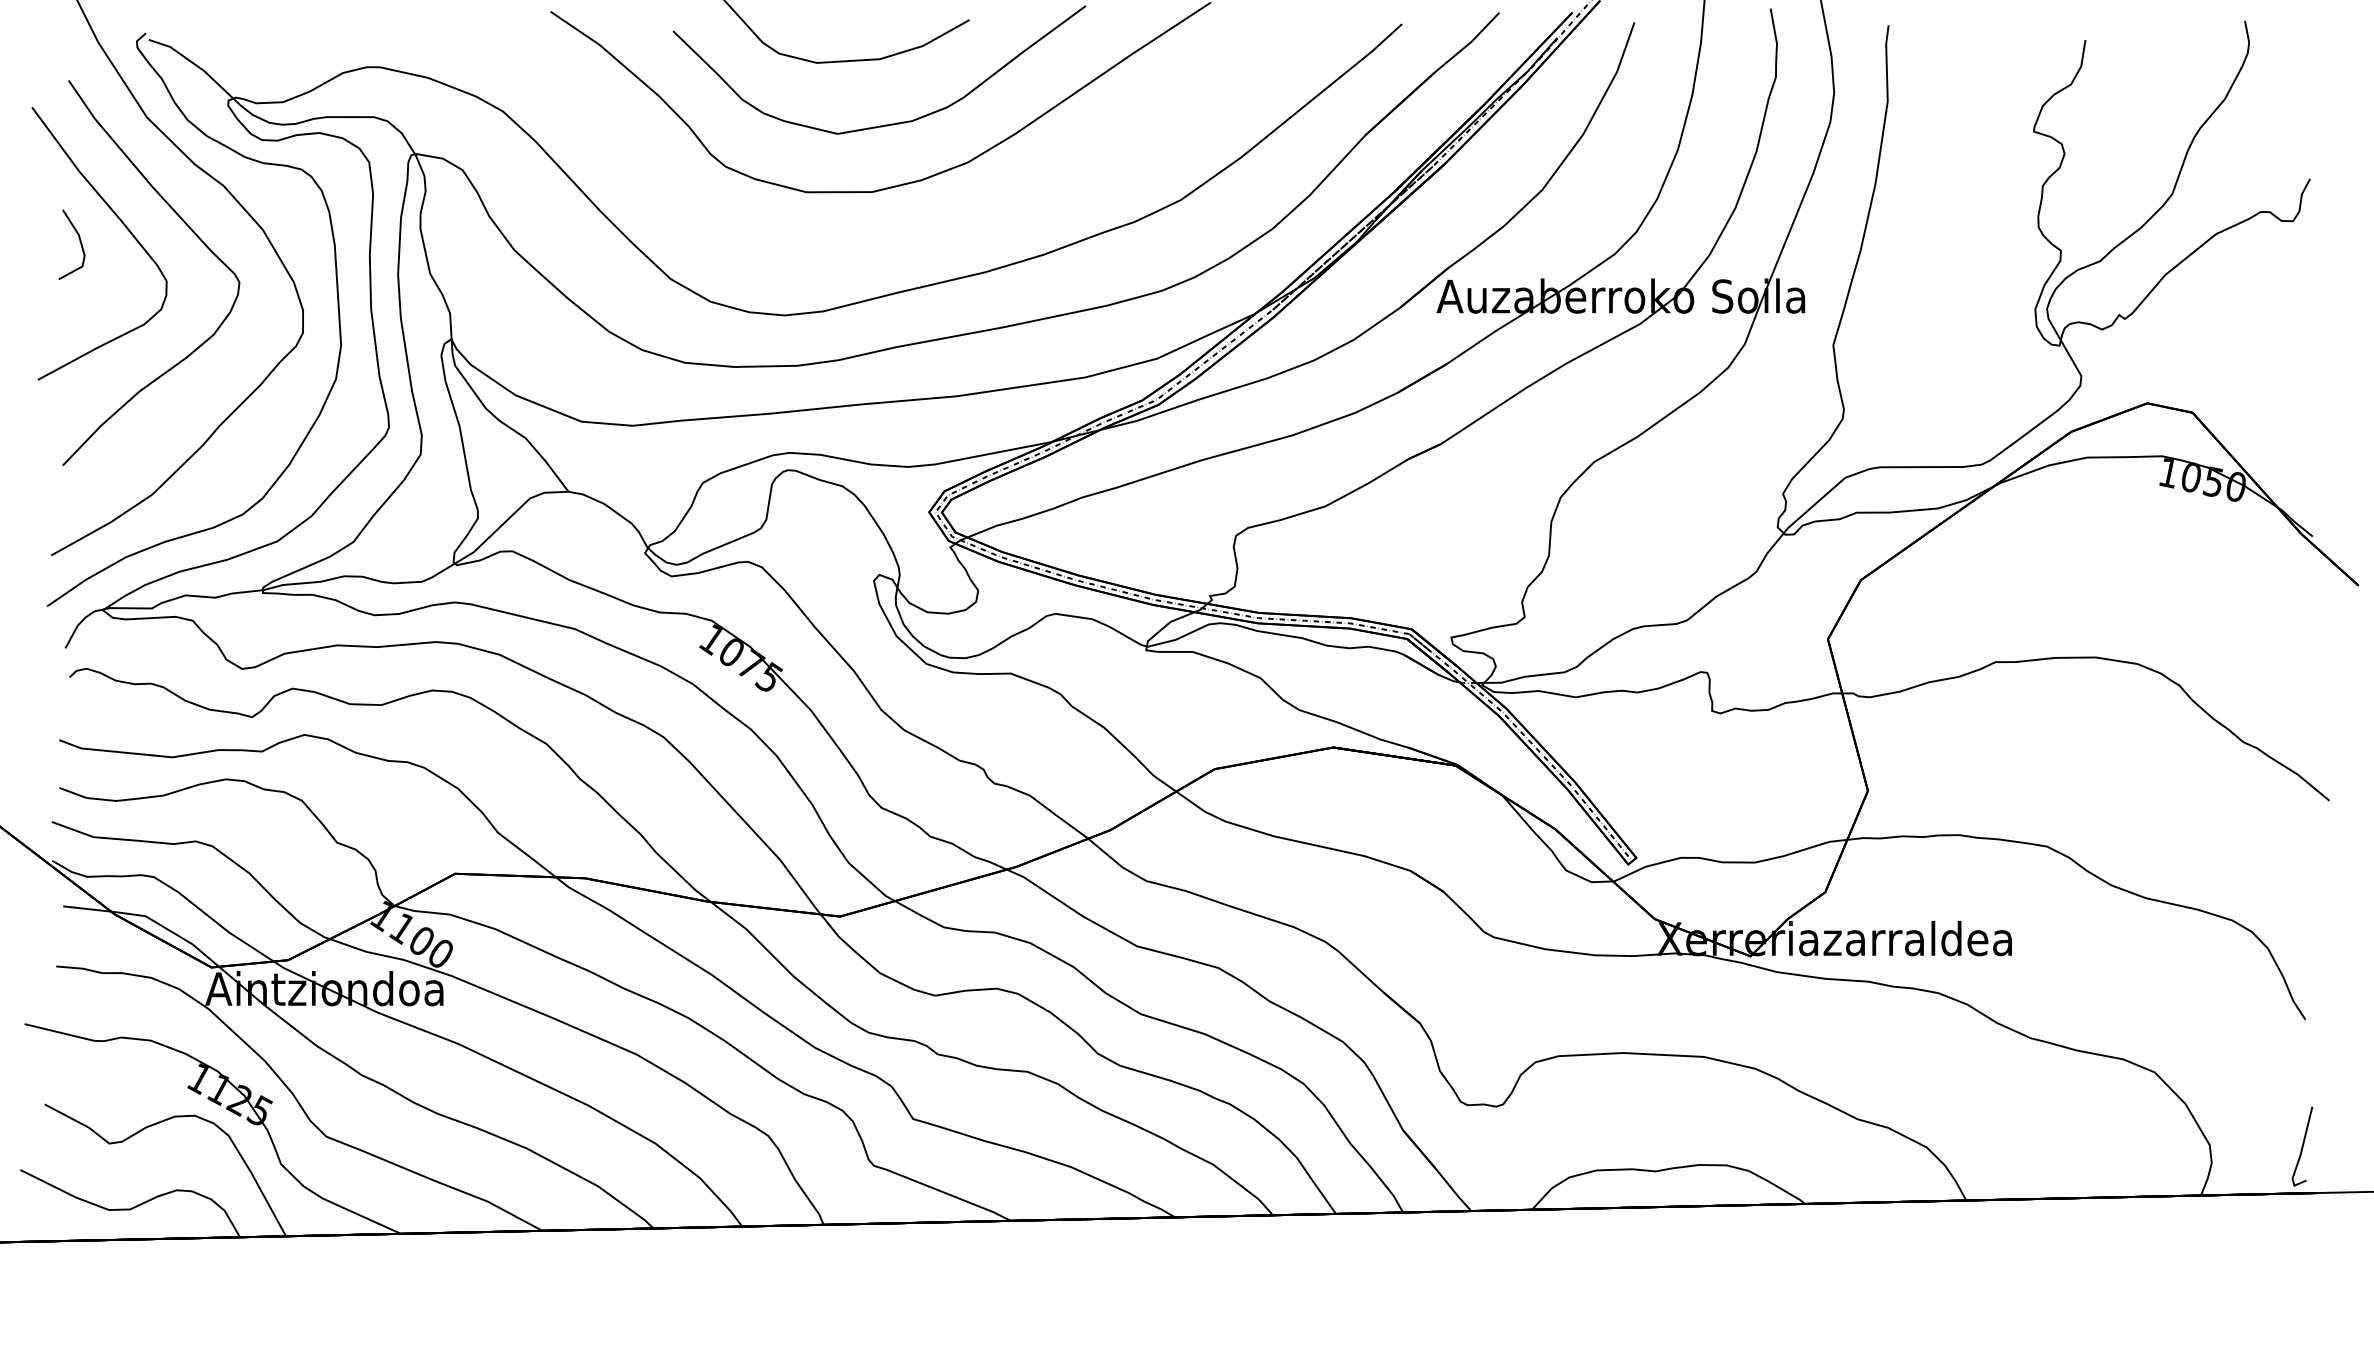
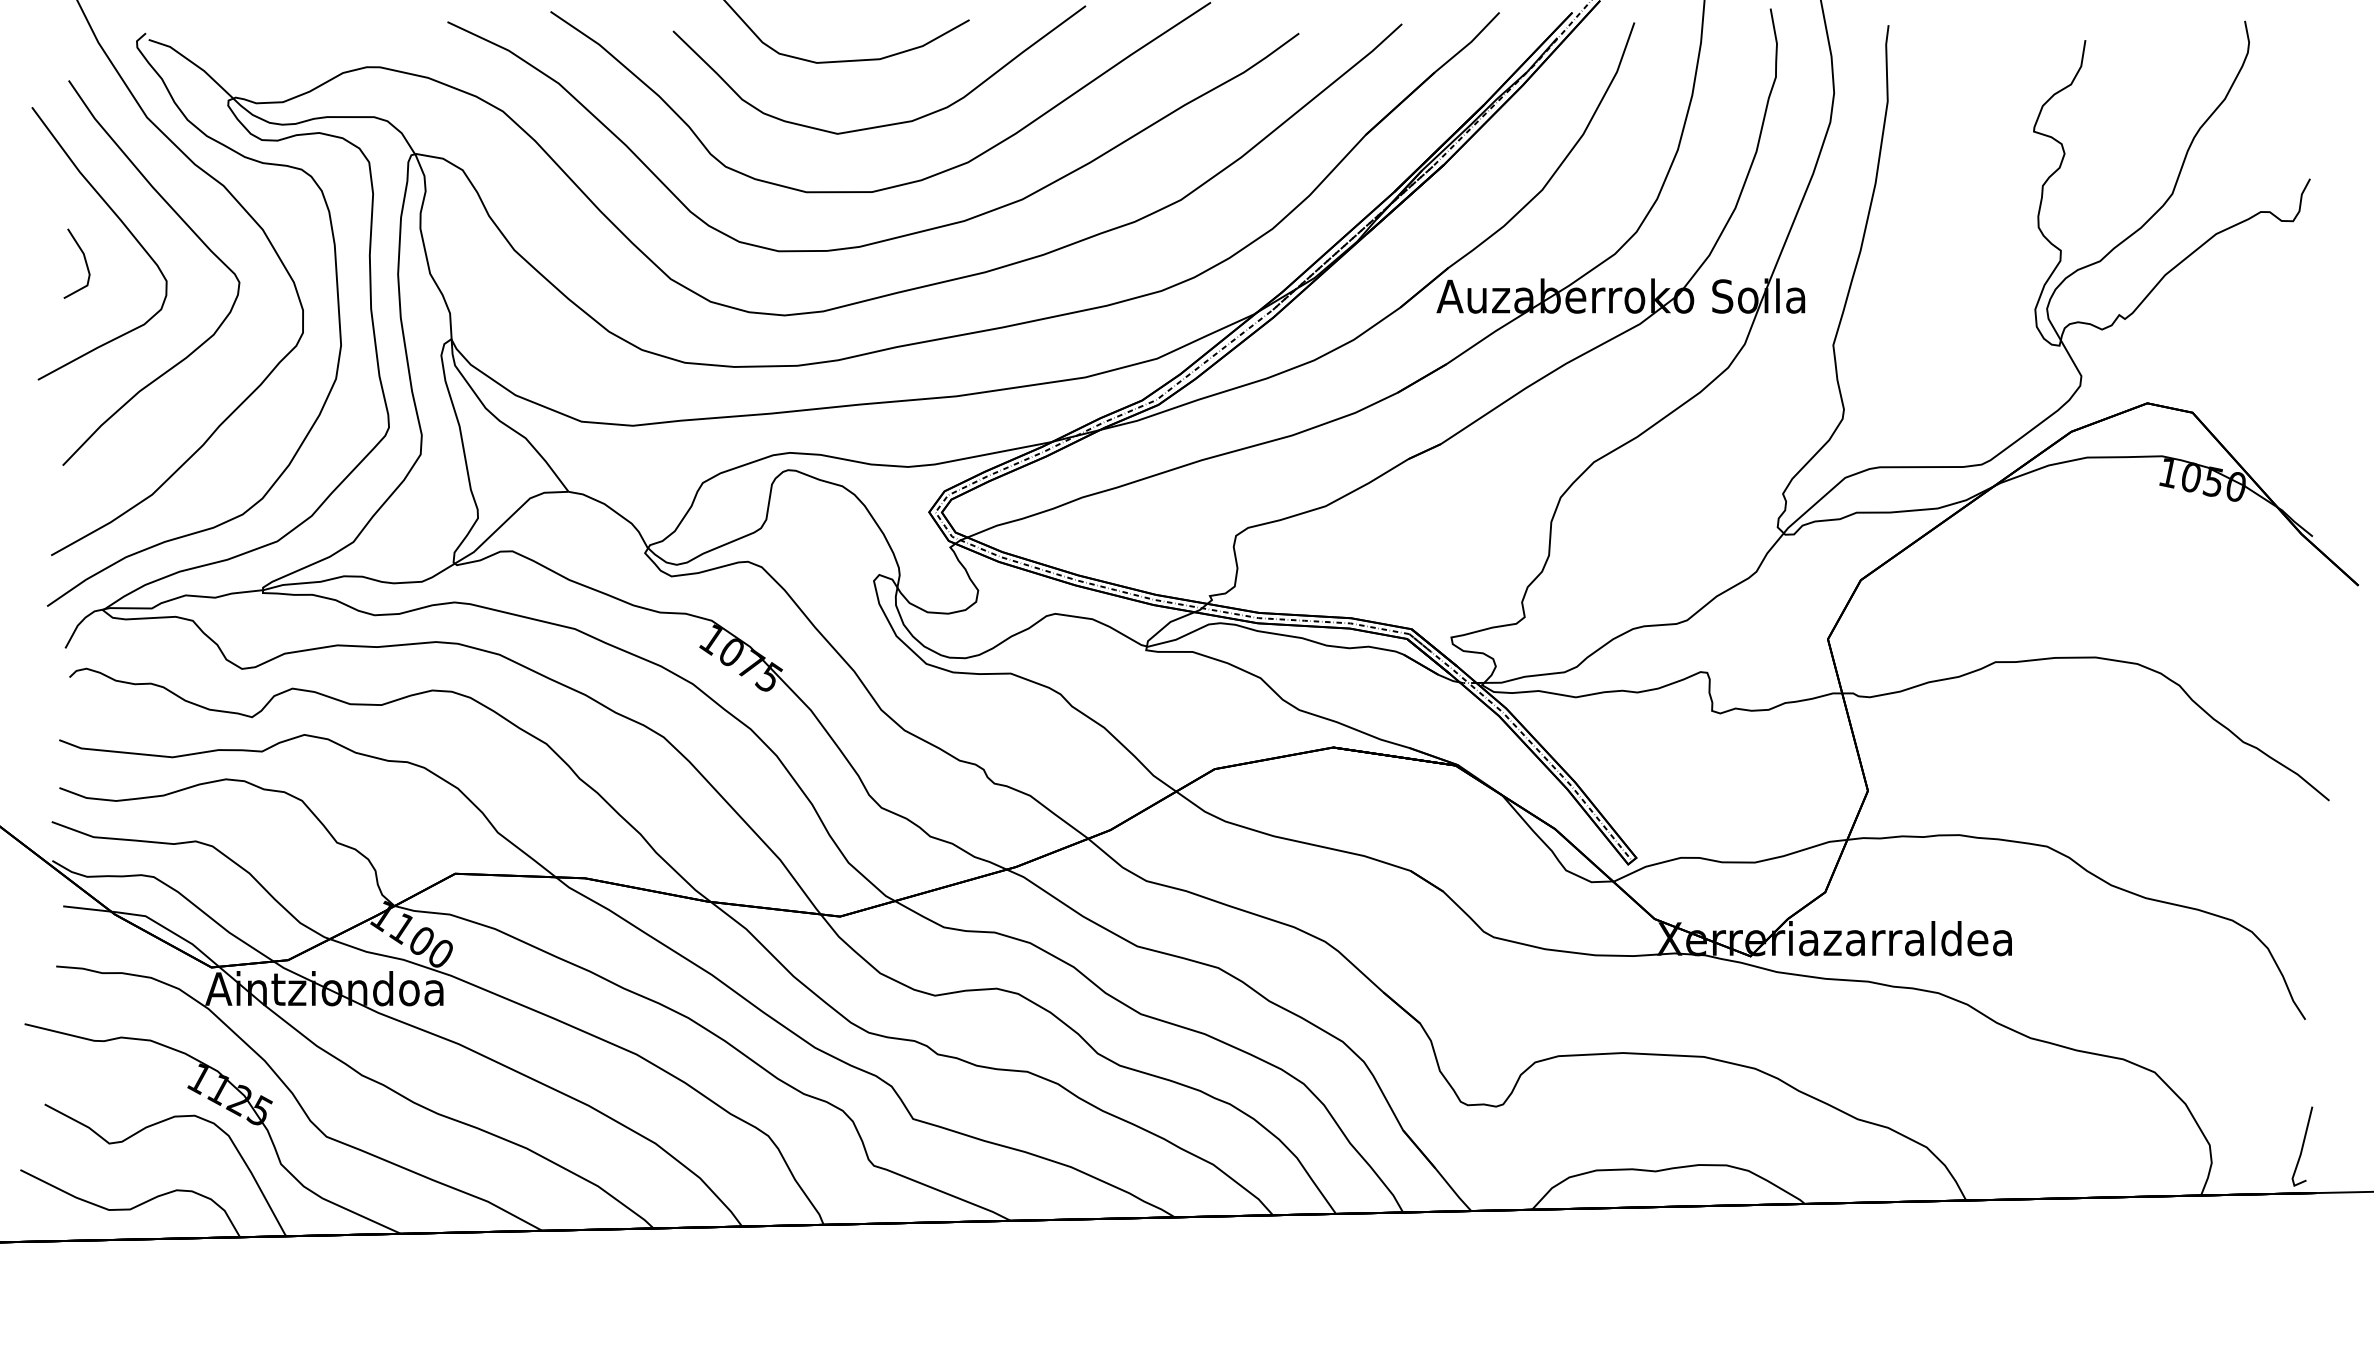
curve at (896, 236): none -> present
line at (79, 241) position: (79, 241) -> (84, 260)
